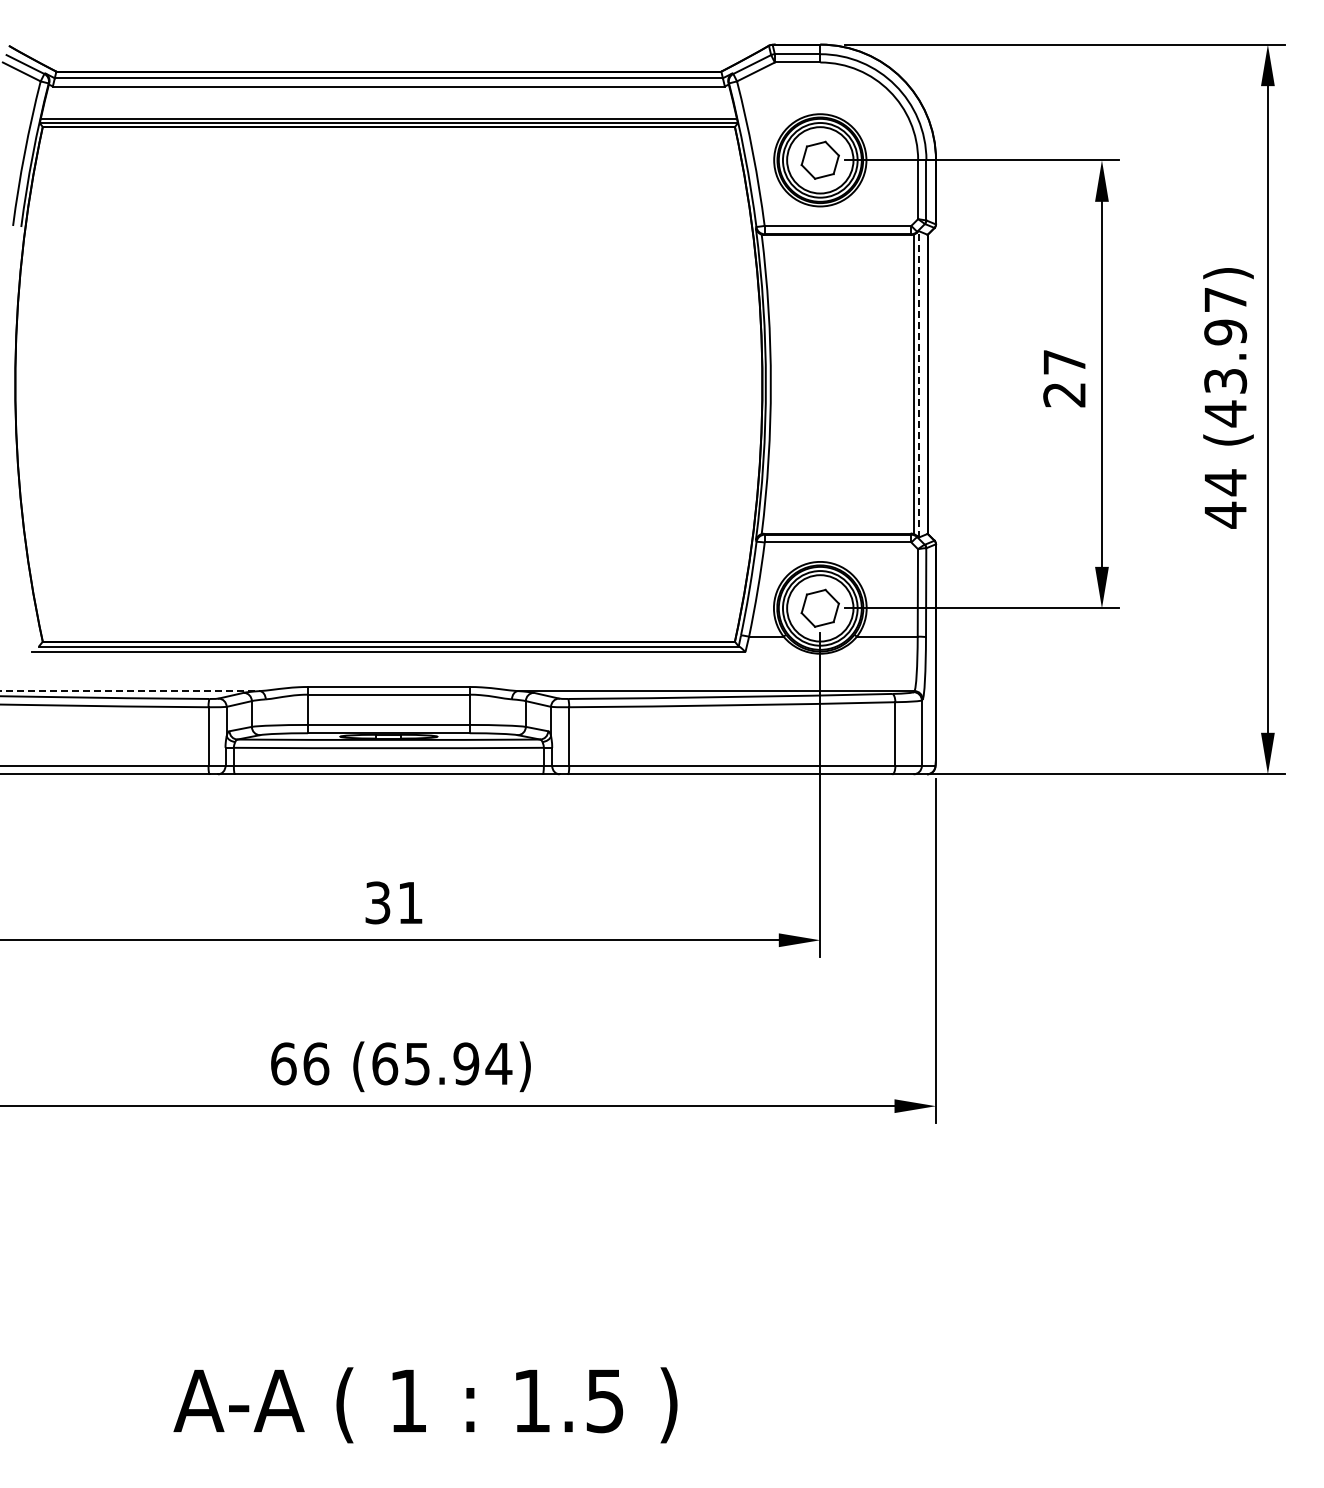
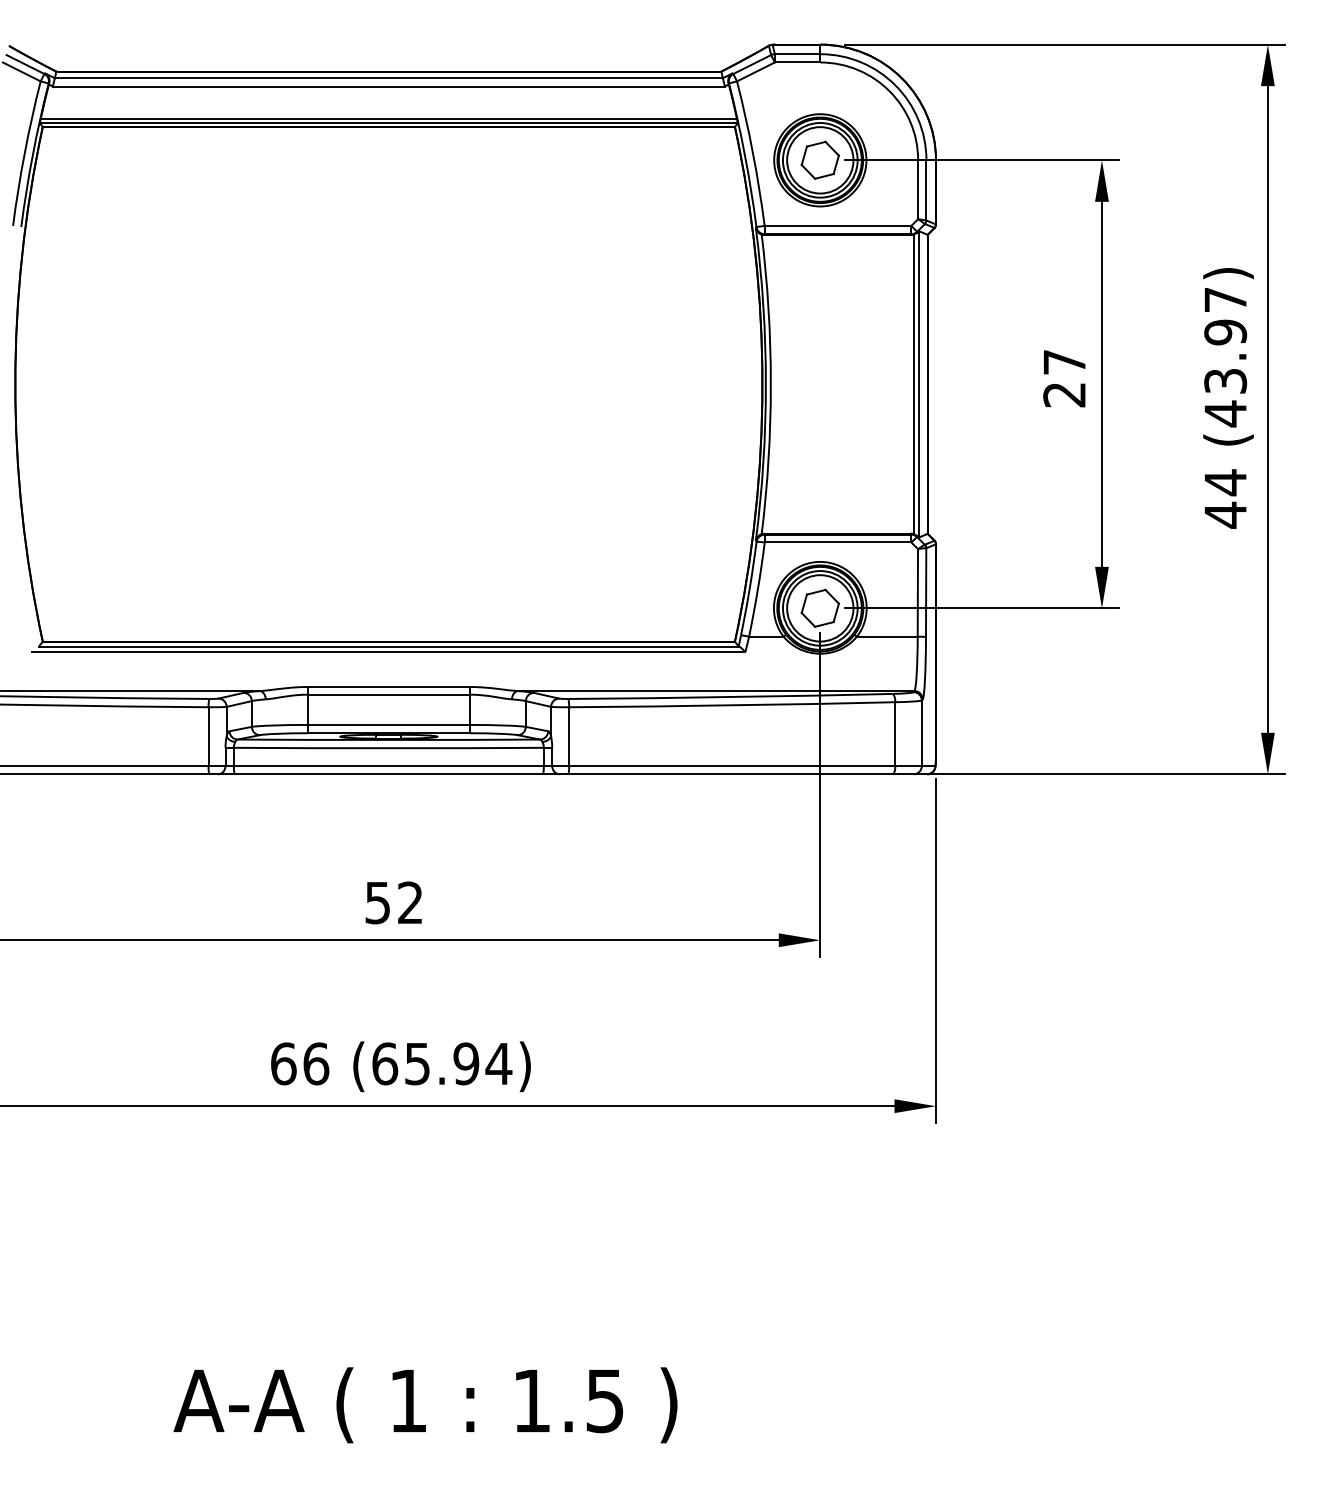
line at (918, 383): dashed -> solid
line at (129, 691): dashed -> solid
text at (394, 902): 31 -> 52
